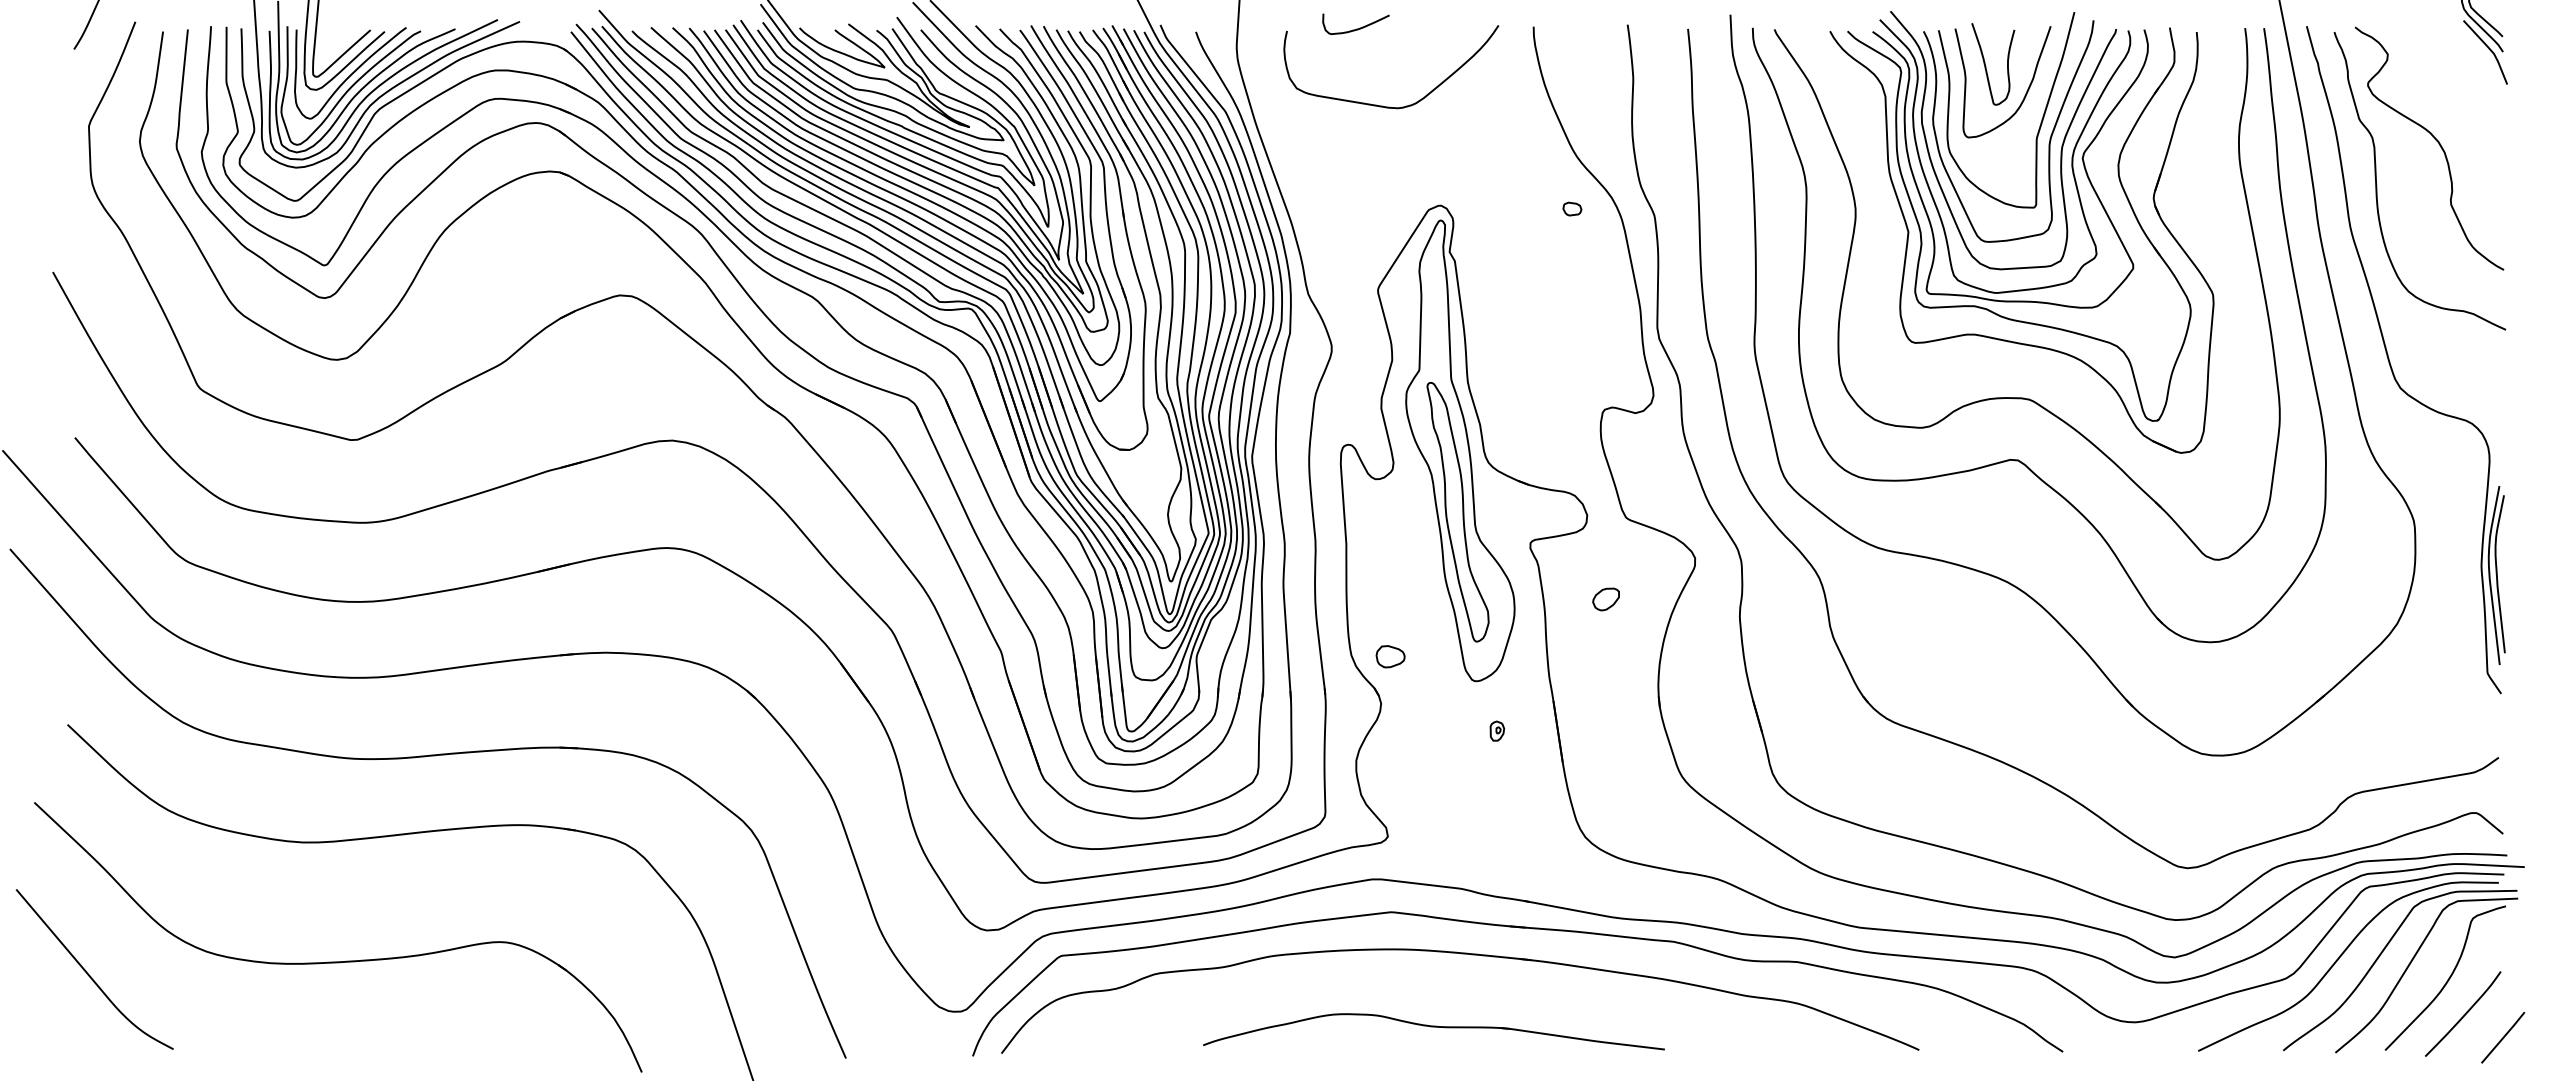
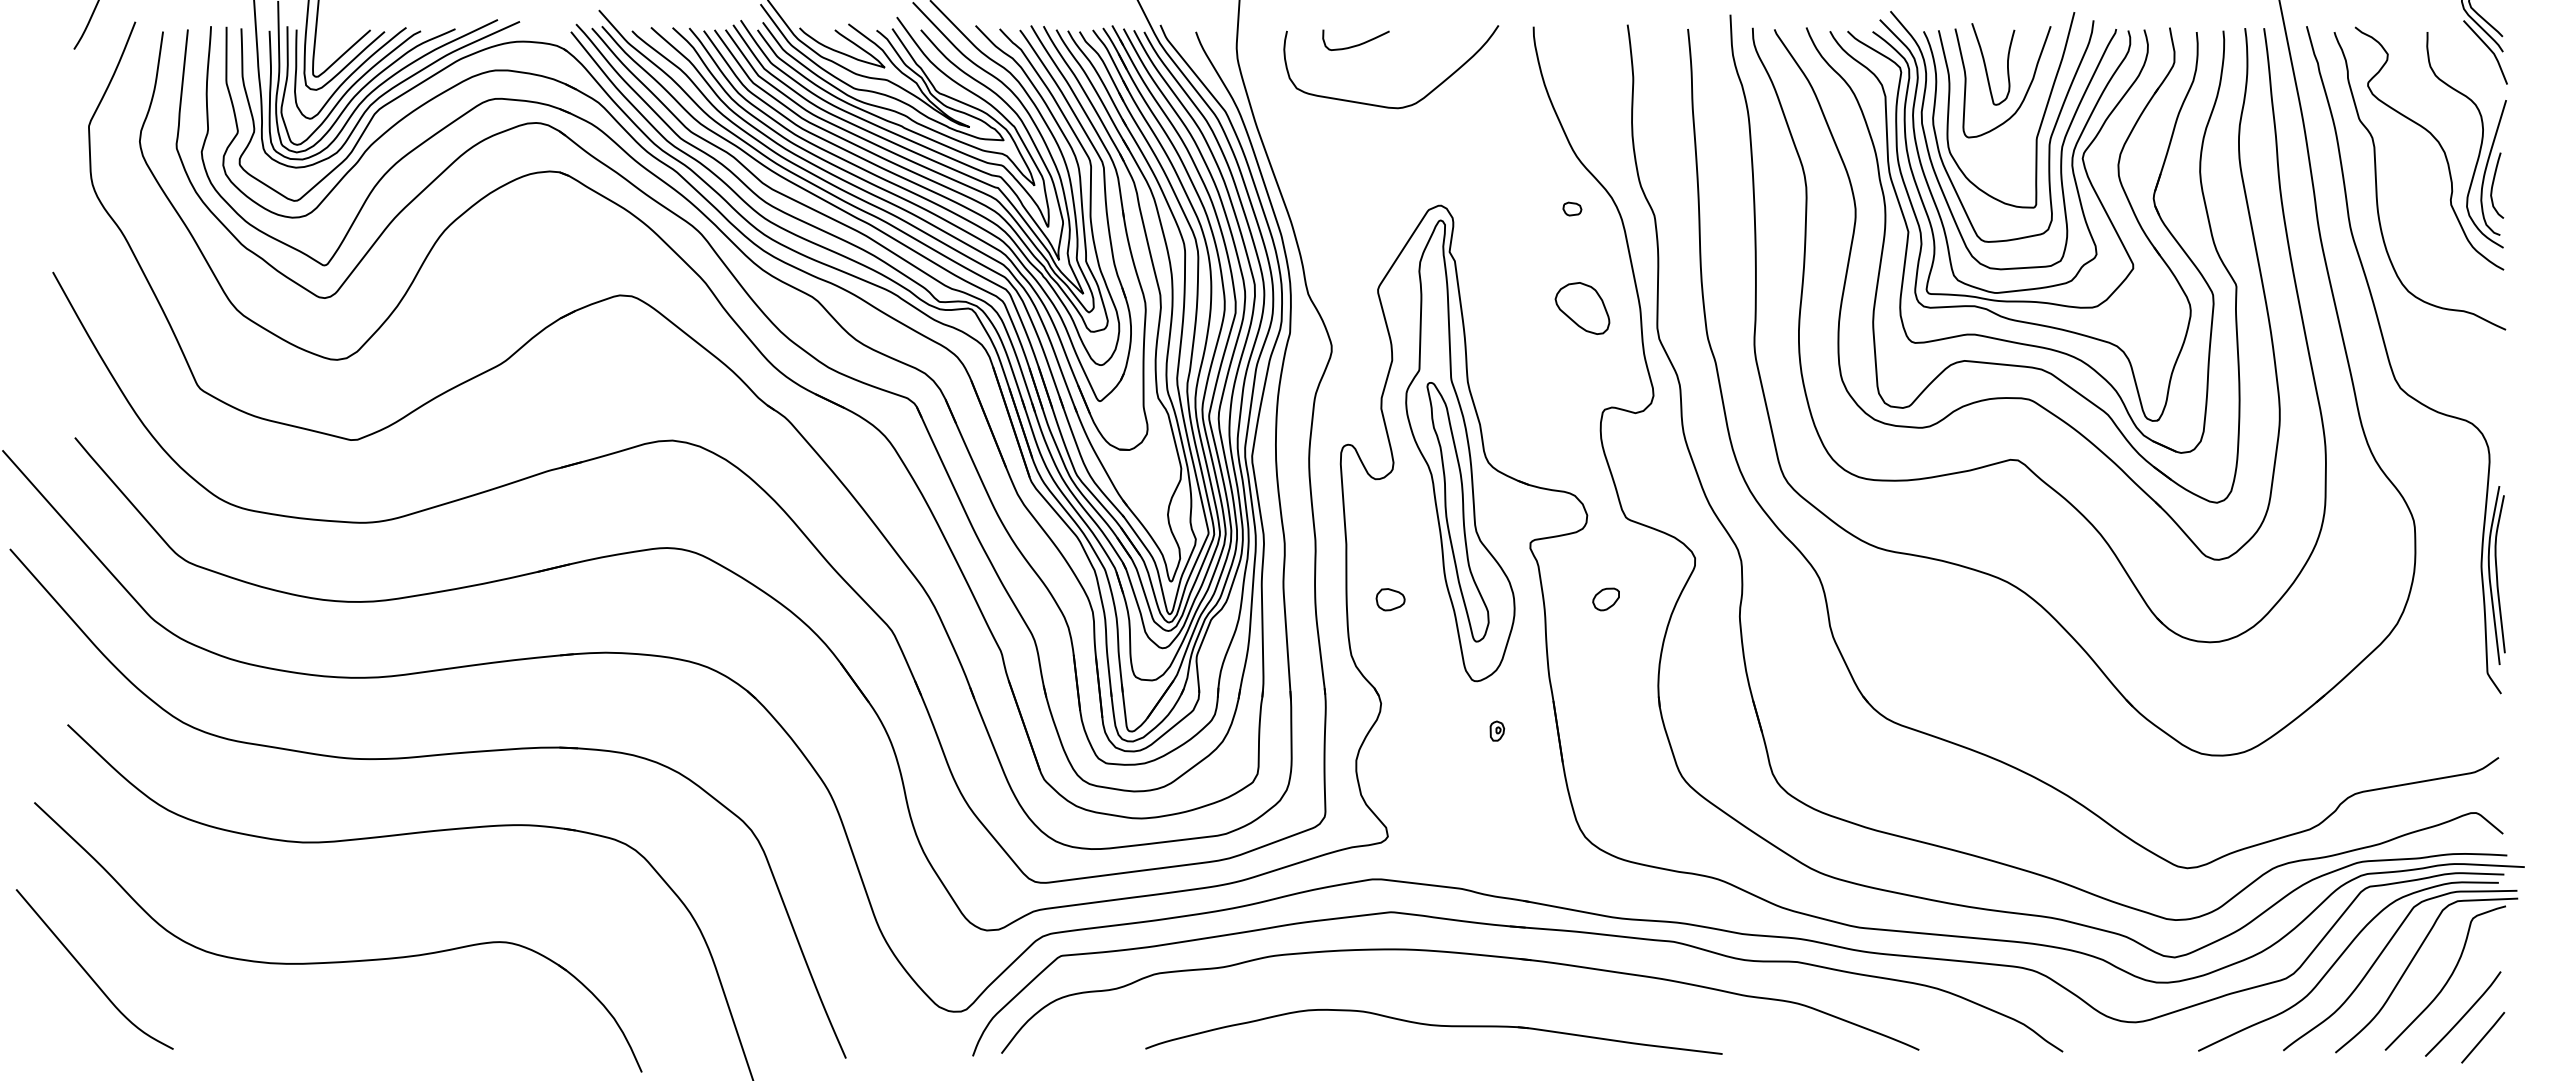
curve at (1356, 28) position: (1356, 28) -> (1356, 44)
part at (2480, 143): none -> present
part at (1582, 308): none -> present
part at (2015, 364): none -> present
part at (1390, 656) position: (1390, 656) -> (1390, 599)
part at (1433, 1031) size: 462x38 px -> 578x47 px
line at (2503, 1037) position: (2503, 1037) -> (2483, 1037)
